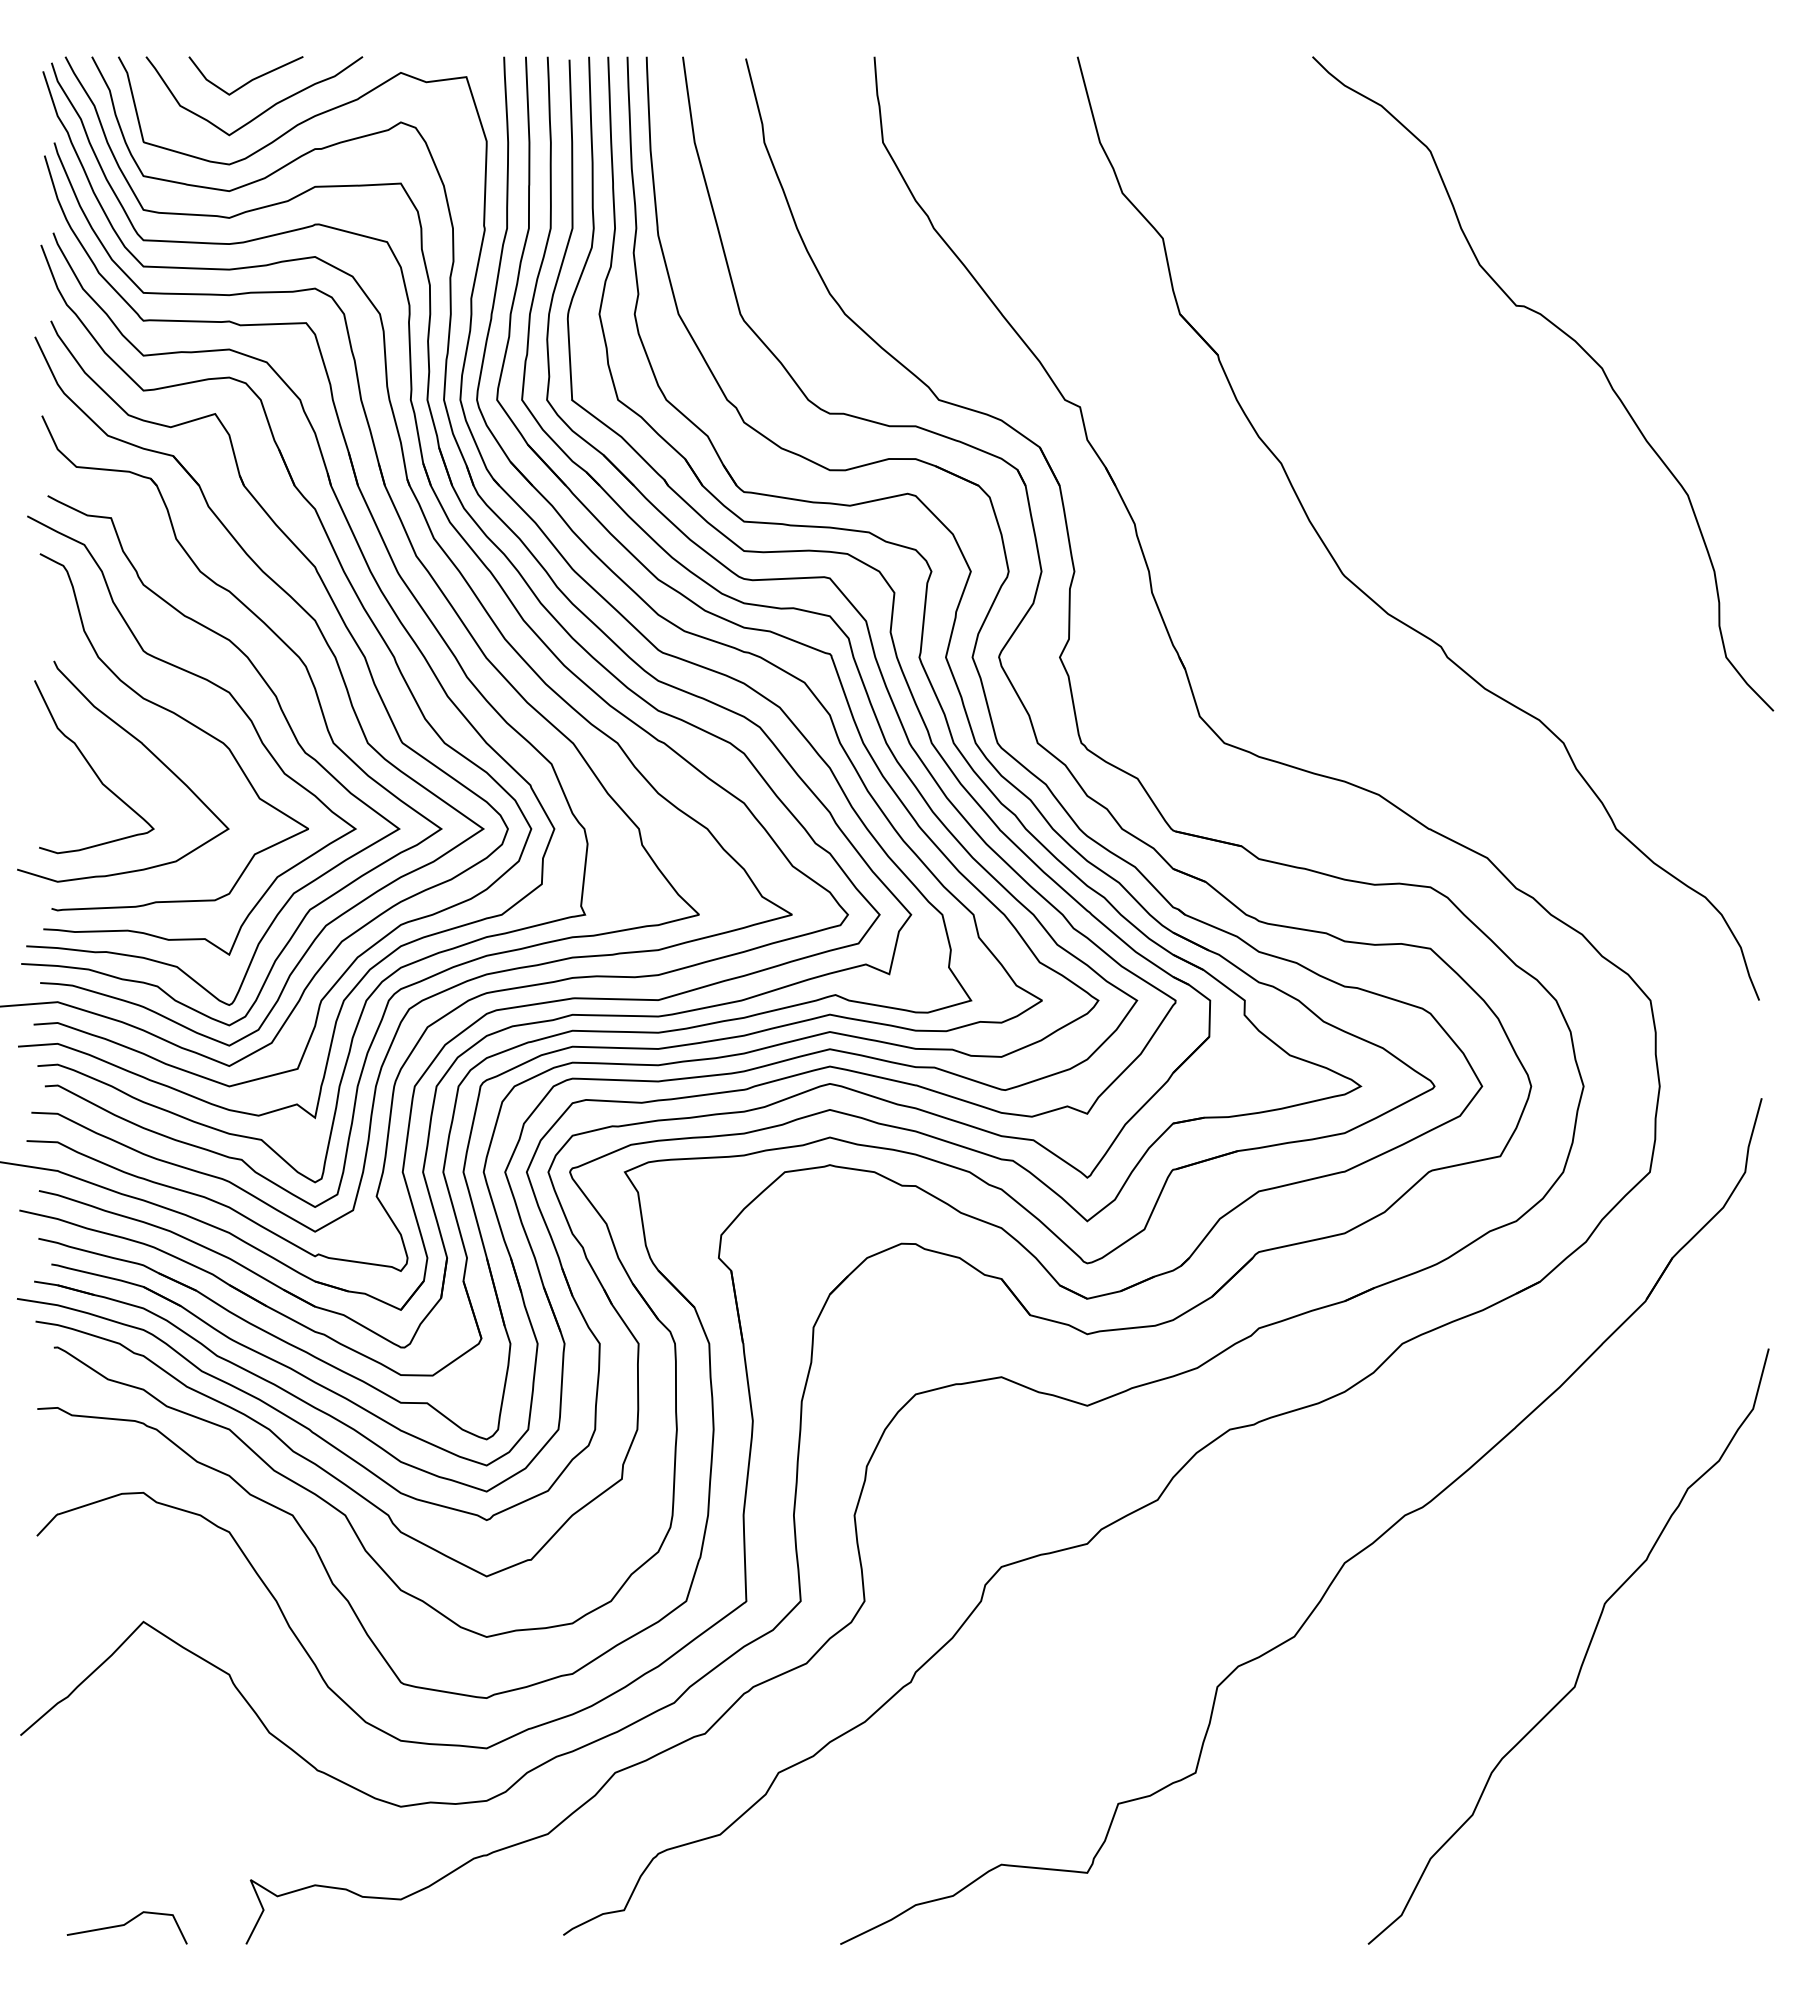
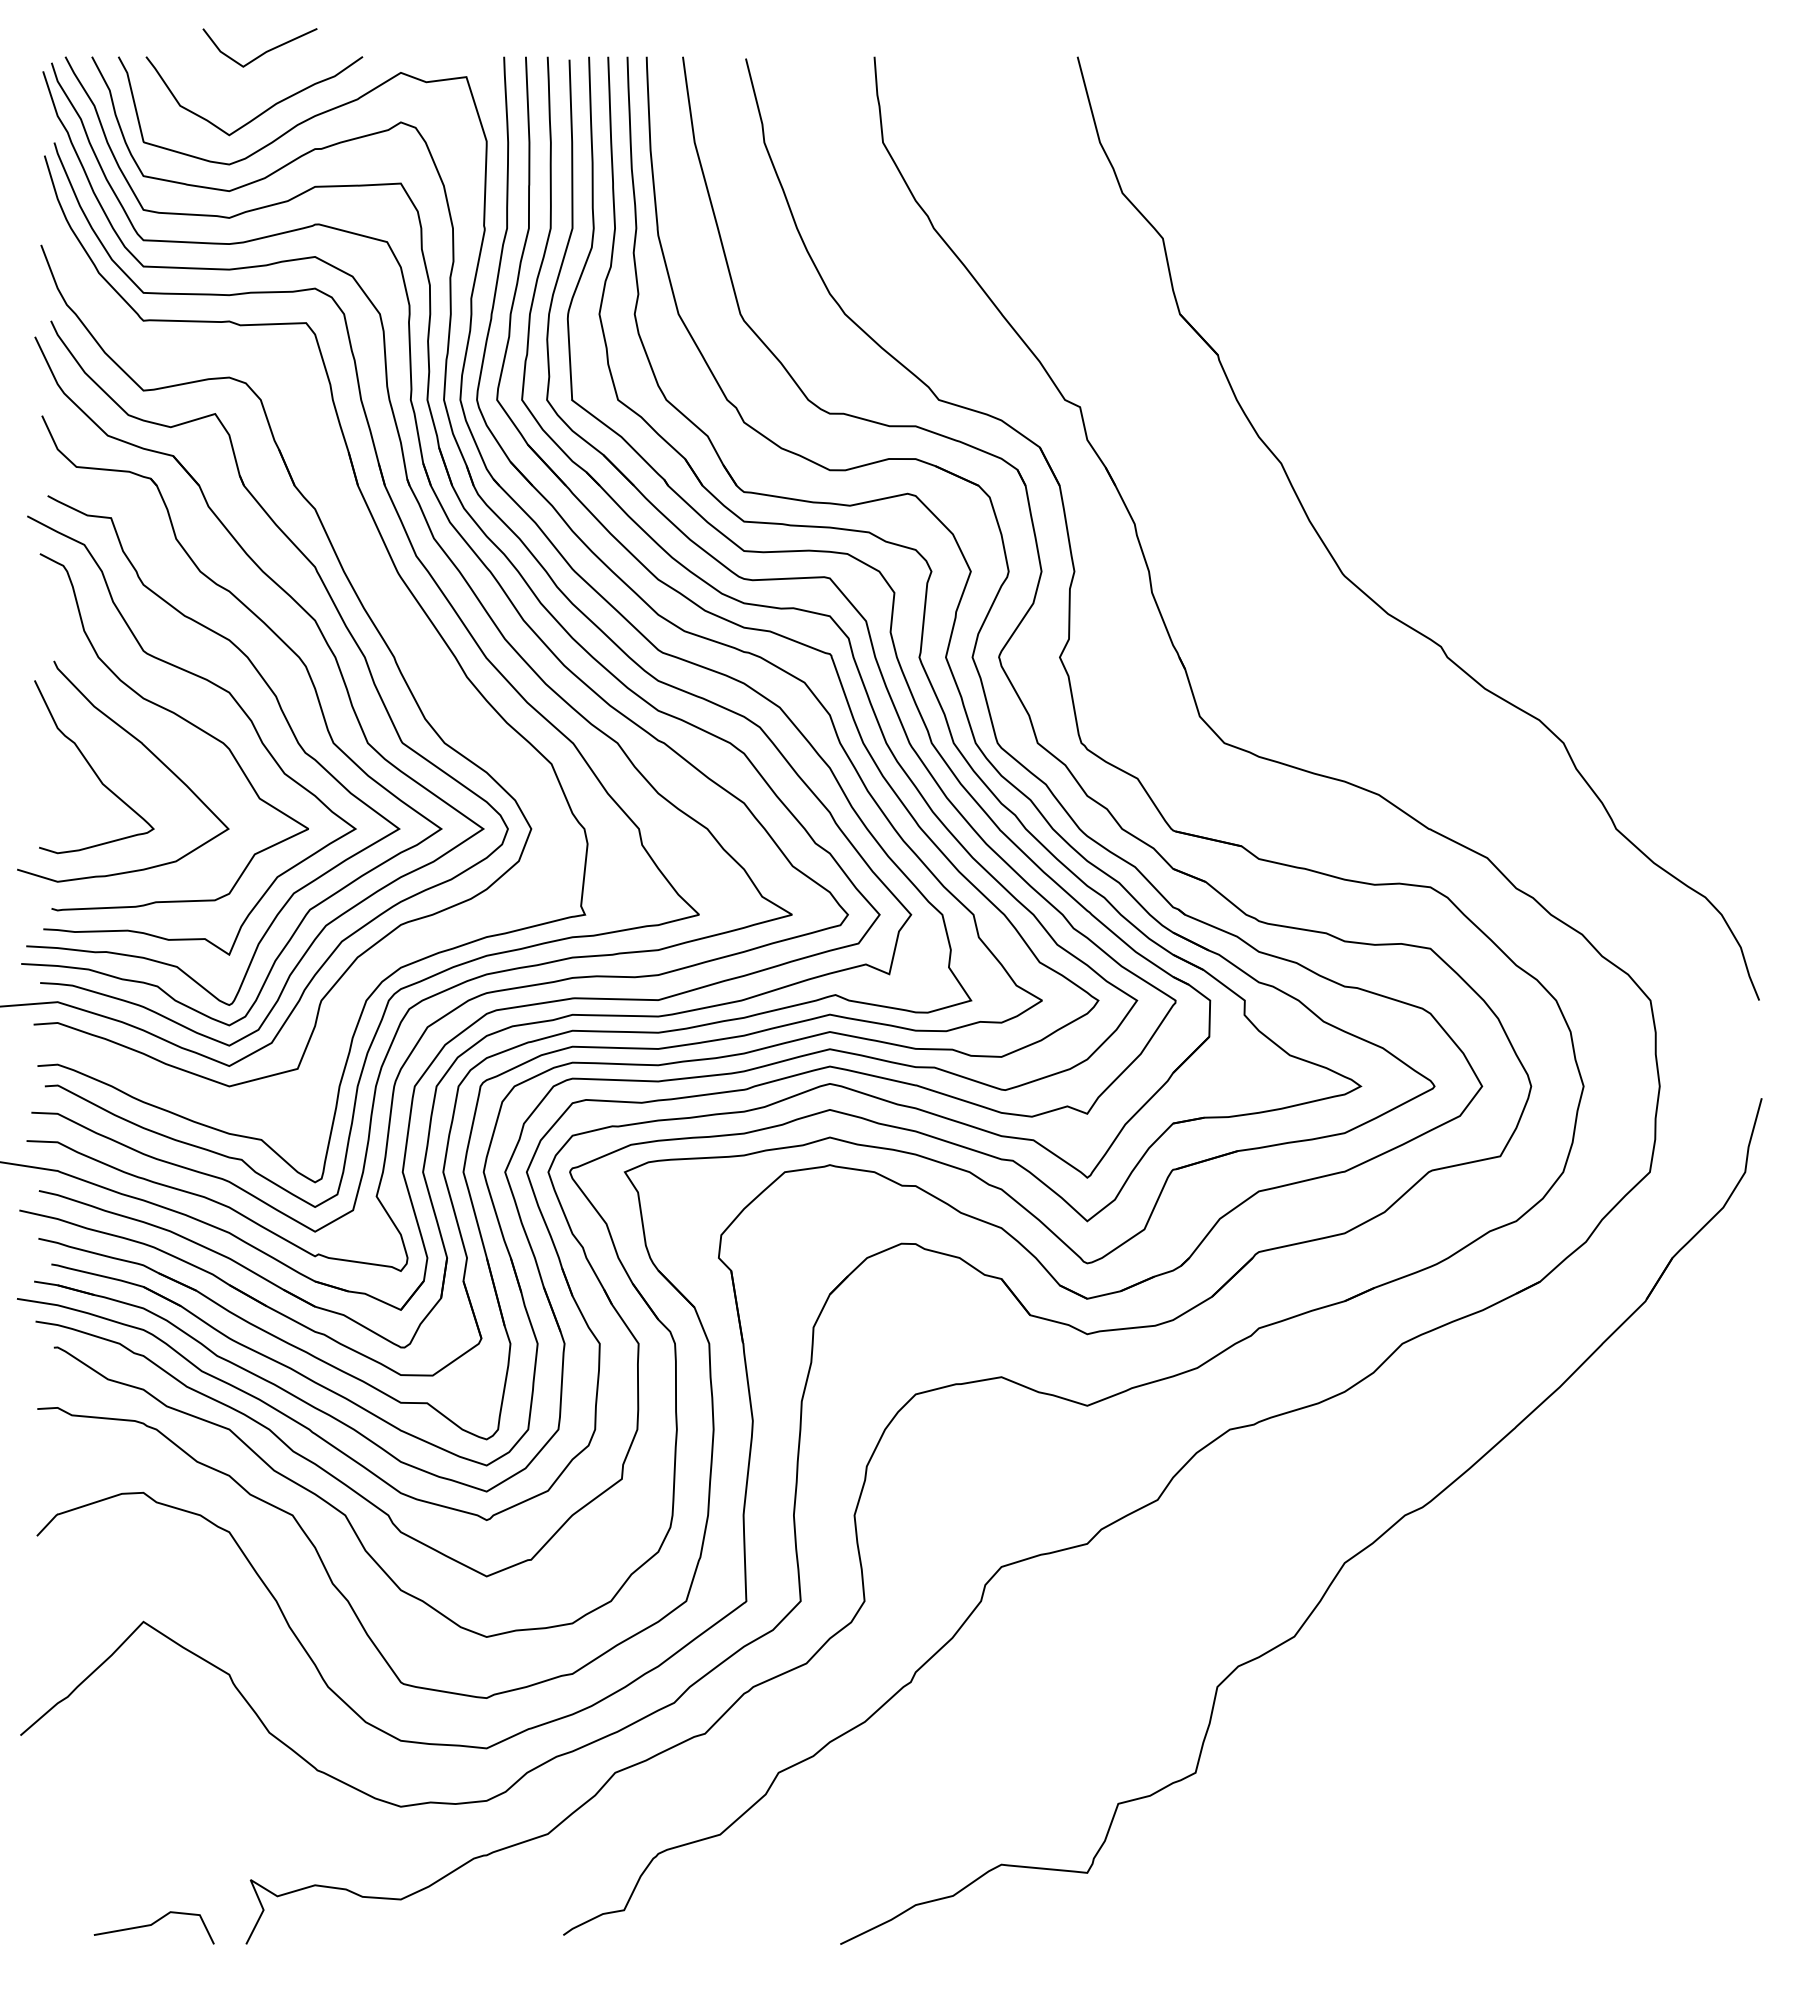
line at (249, 80) position: (249, 80) -> (263, 52)
curve at (1579, 346): present -> none
part at (392, 611): present -> none
curve at (1585, 1652): present -> none
line at (125, 1925) position: (125, 1925) -> (152, 1925)
